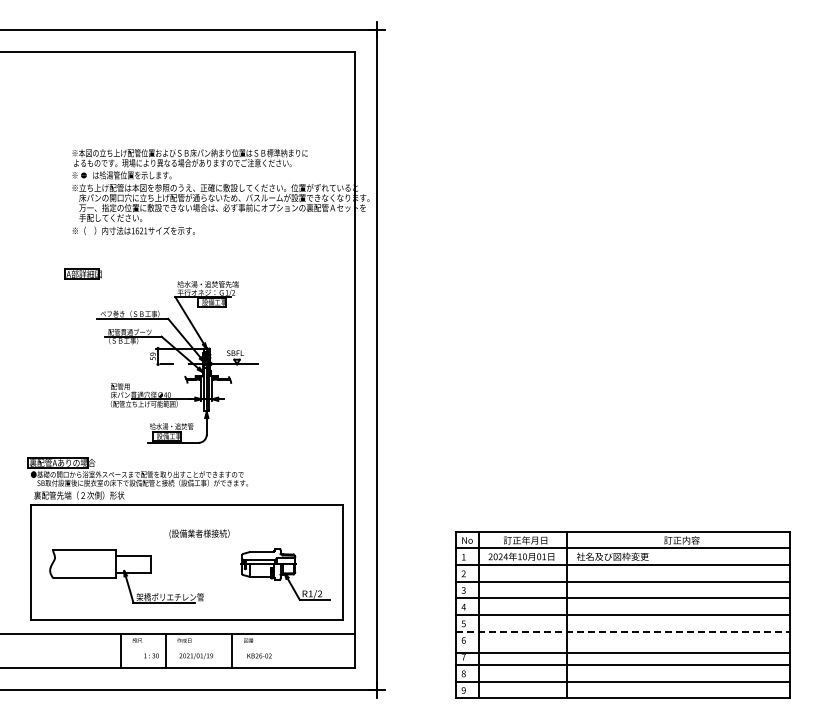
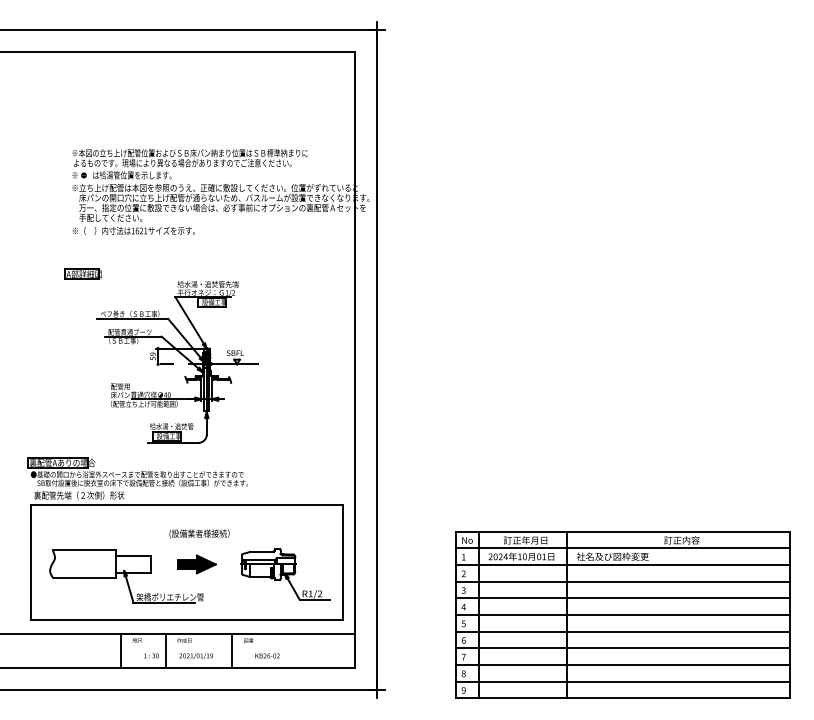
part at (196, 564): none -> present
line at (622, 631): dashed -> solid
line at (622, 653) position: (622, 653) -> (622, 648)
text at (259, 655) position: (259, 655) -> (267, 655)
